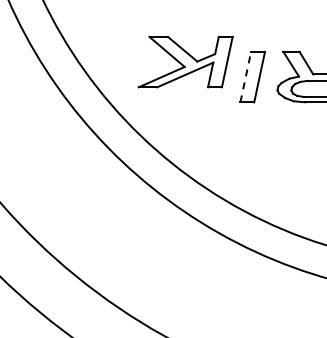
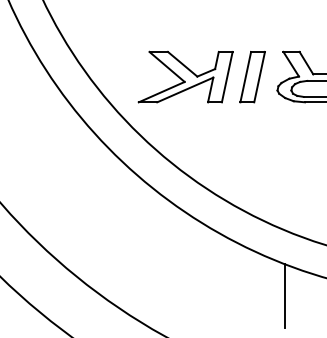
part at (185, 61) position: (185, 61) -> (185, 76)
line at (245, 77): dashed -> solid
line at (284, 296): none -> present
